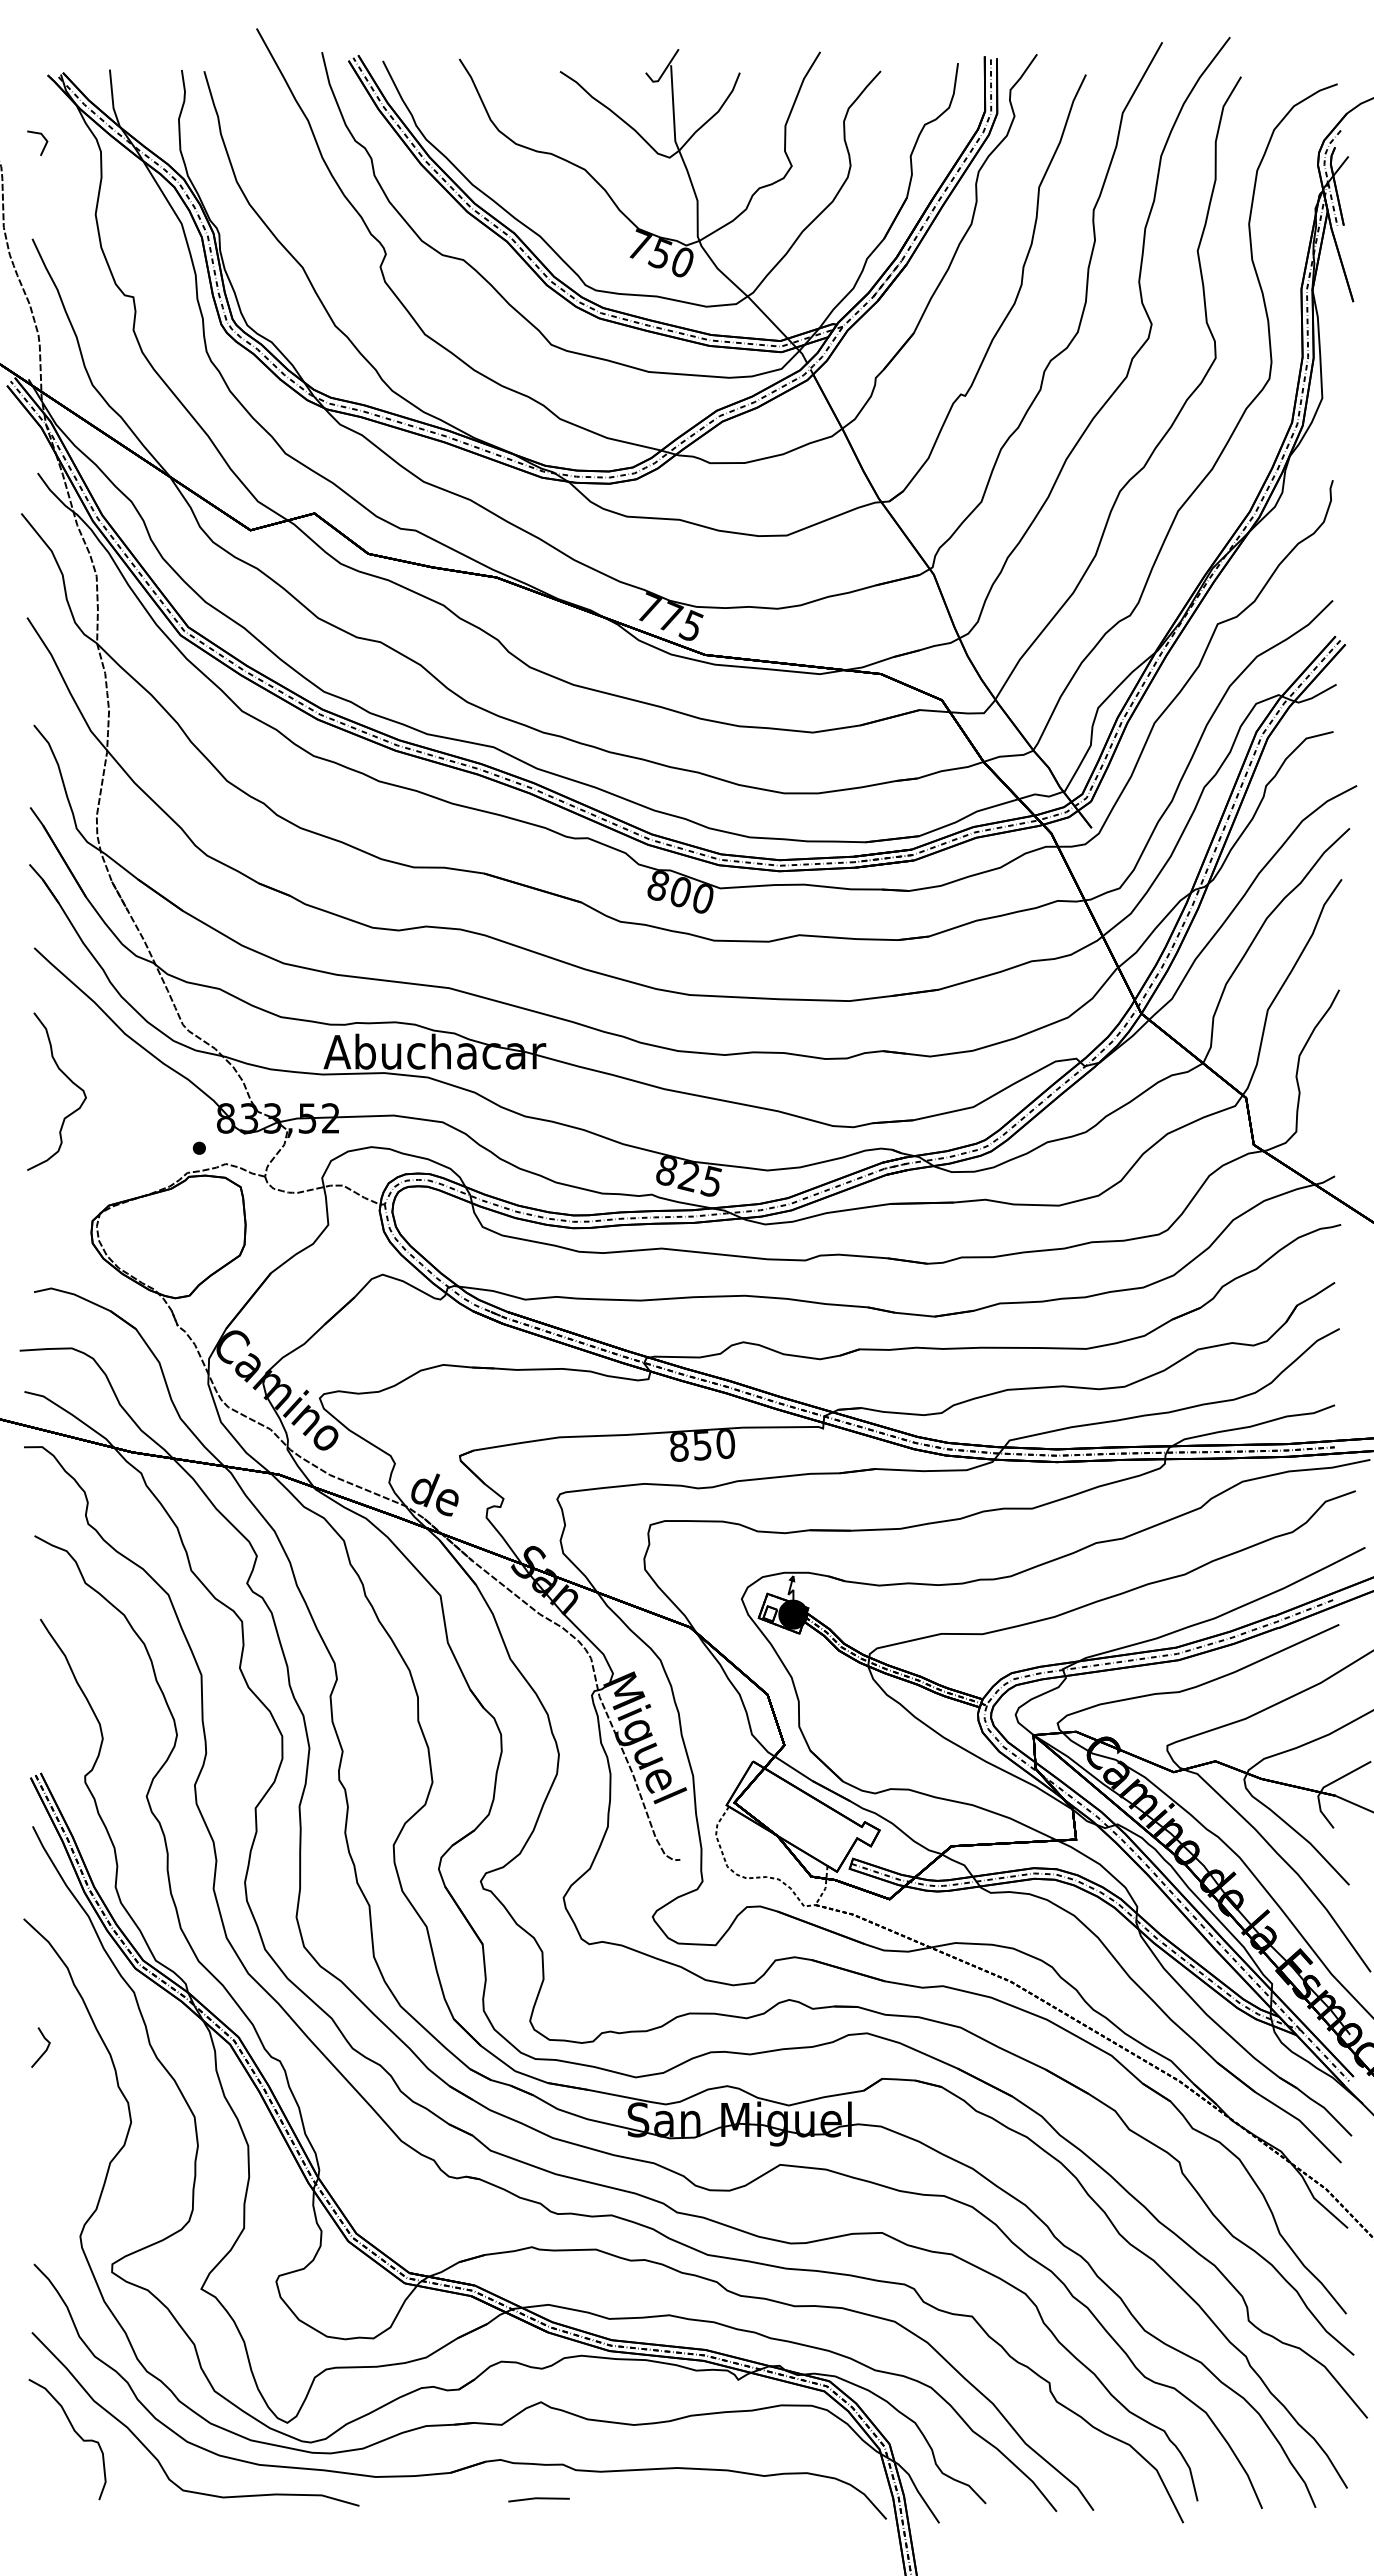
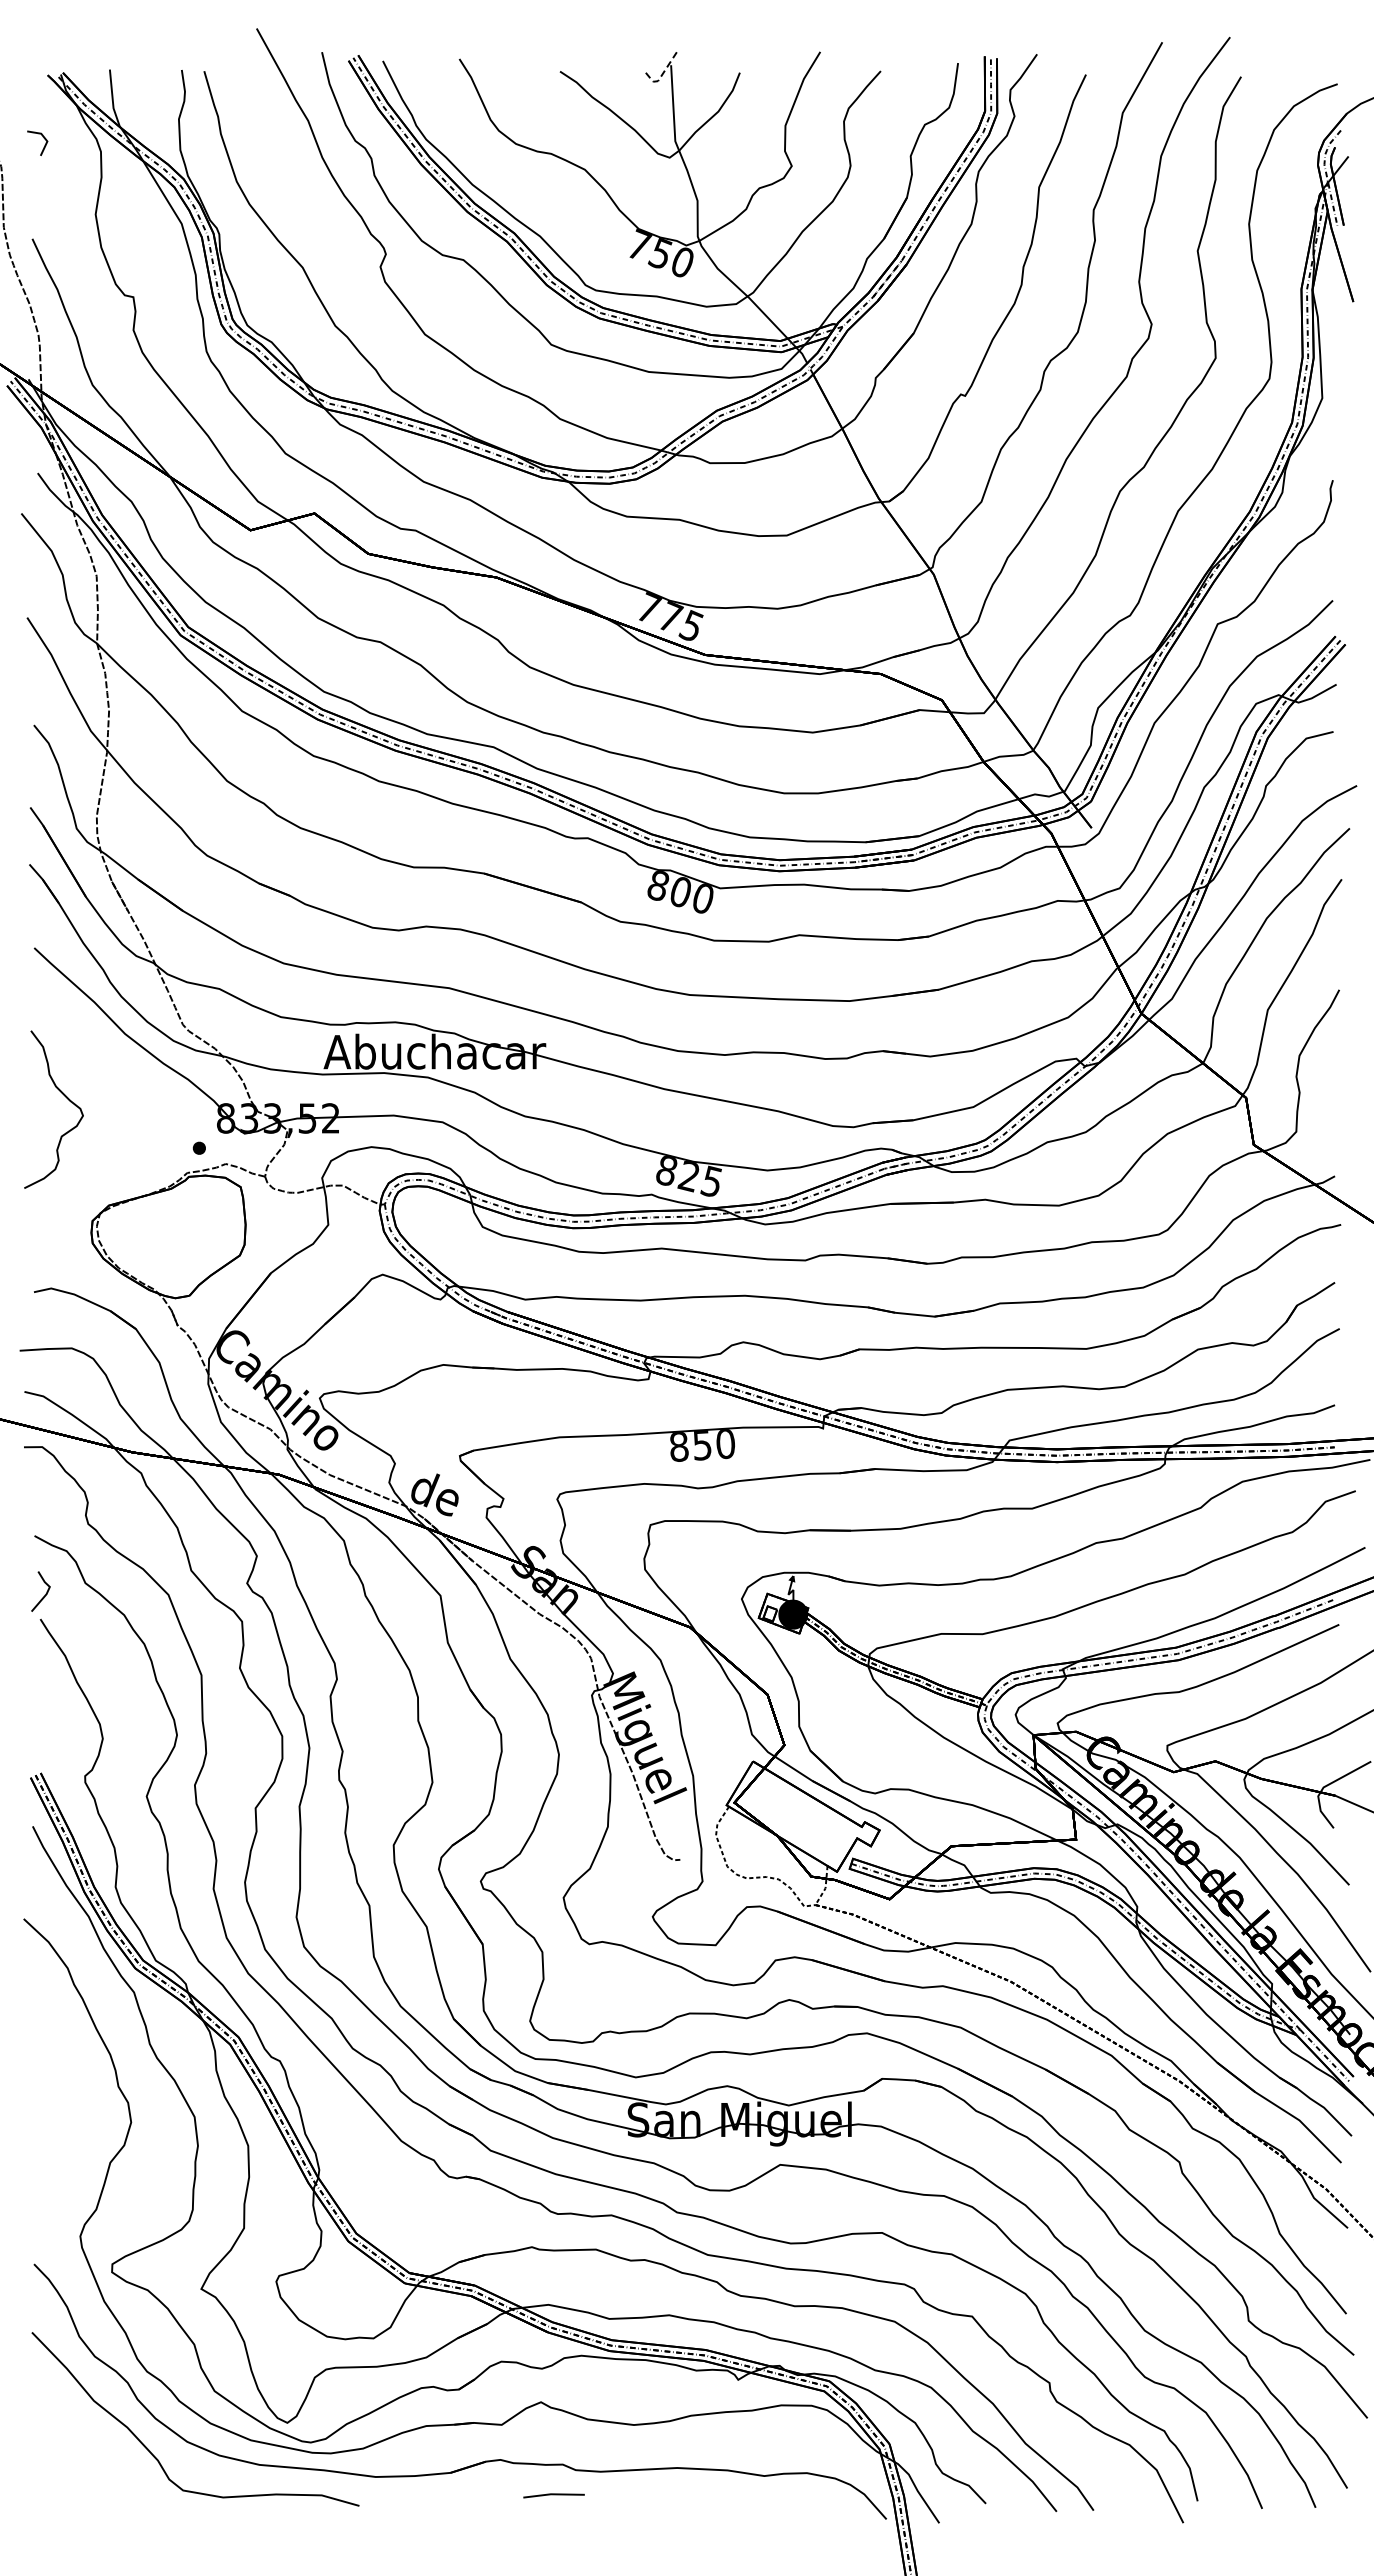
line at (663, 72): solid -> dashed
curve at (68, 1079) position: (68, 1079) -> (65, 1097)
line at (45, 2049) position: (45, 2049) -> (45, 1593)
curve at (74, 2432): present -> none
line at (538, 2499) position: (538, 2499) -> (553, 2495)
